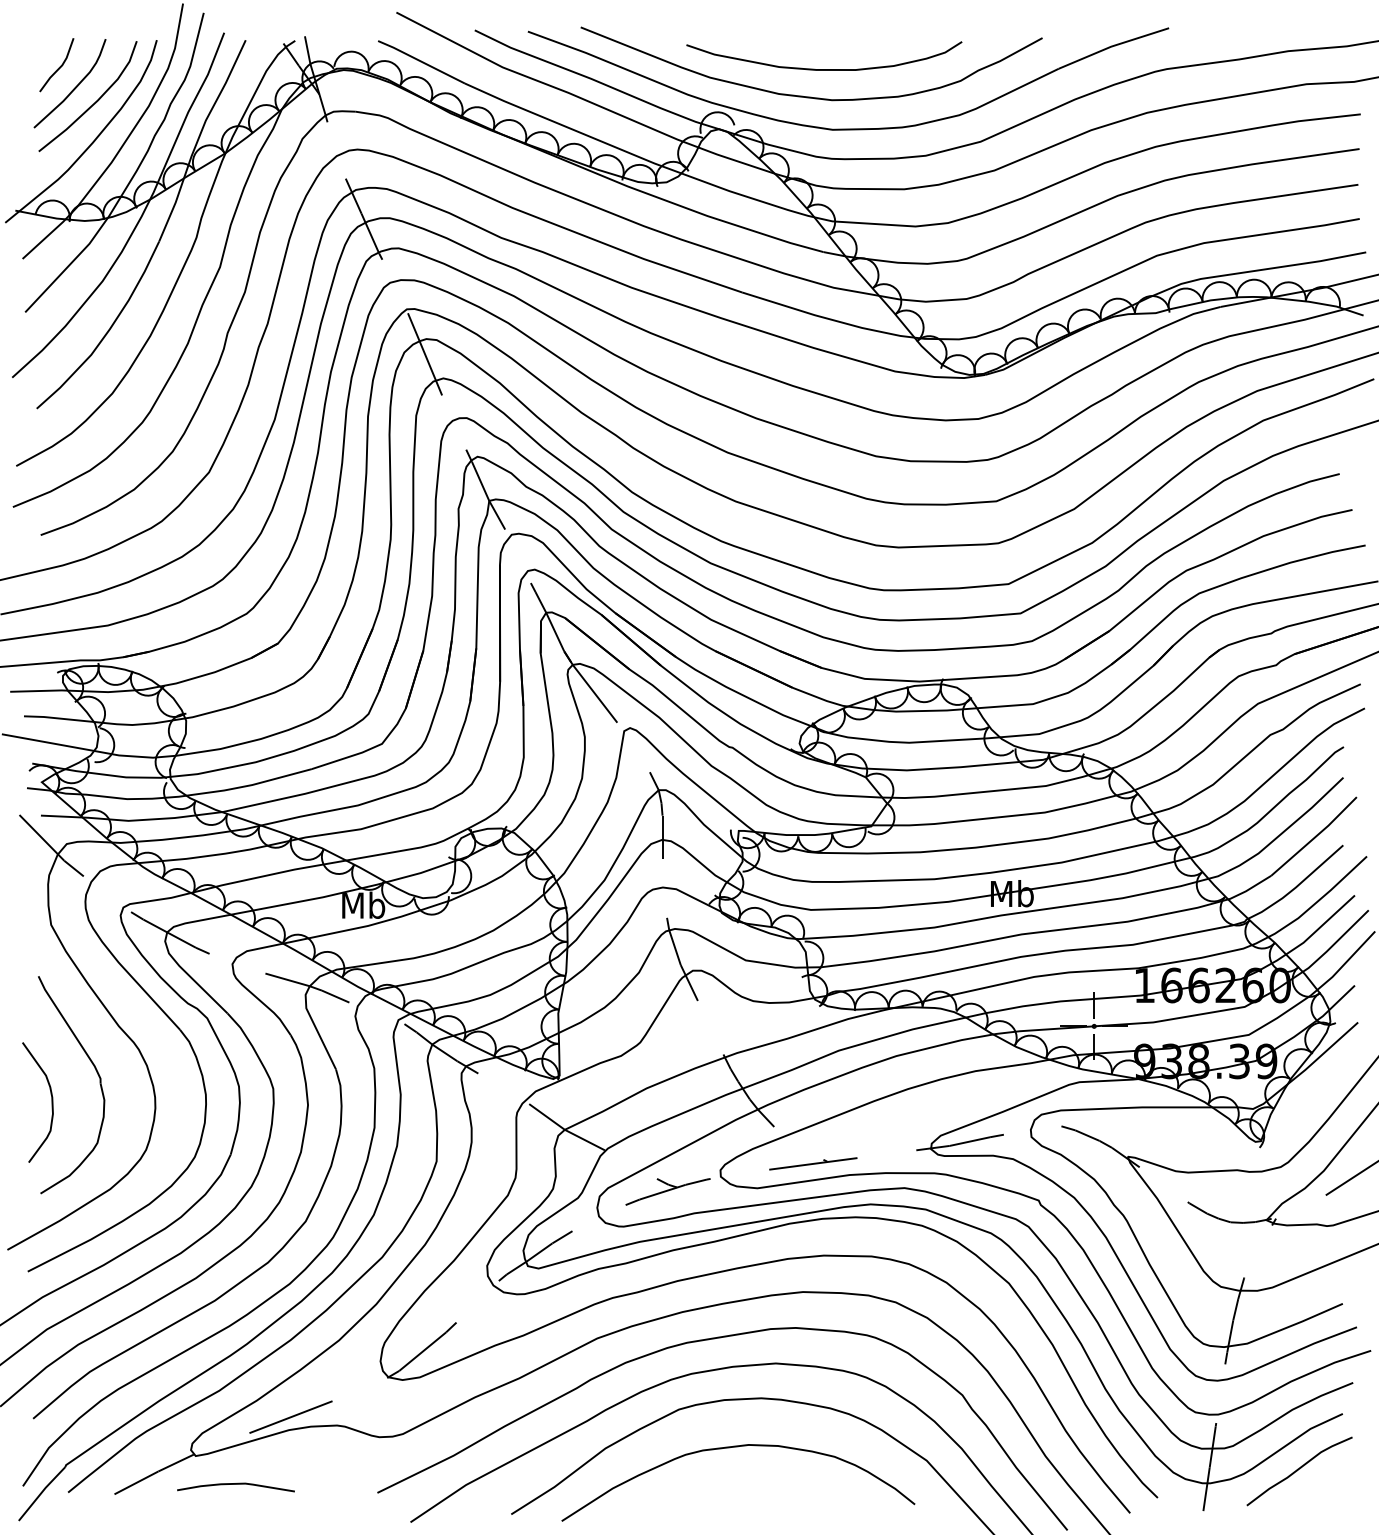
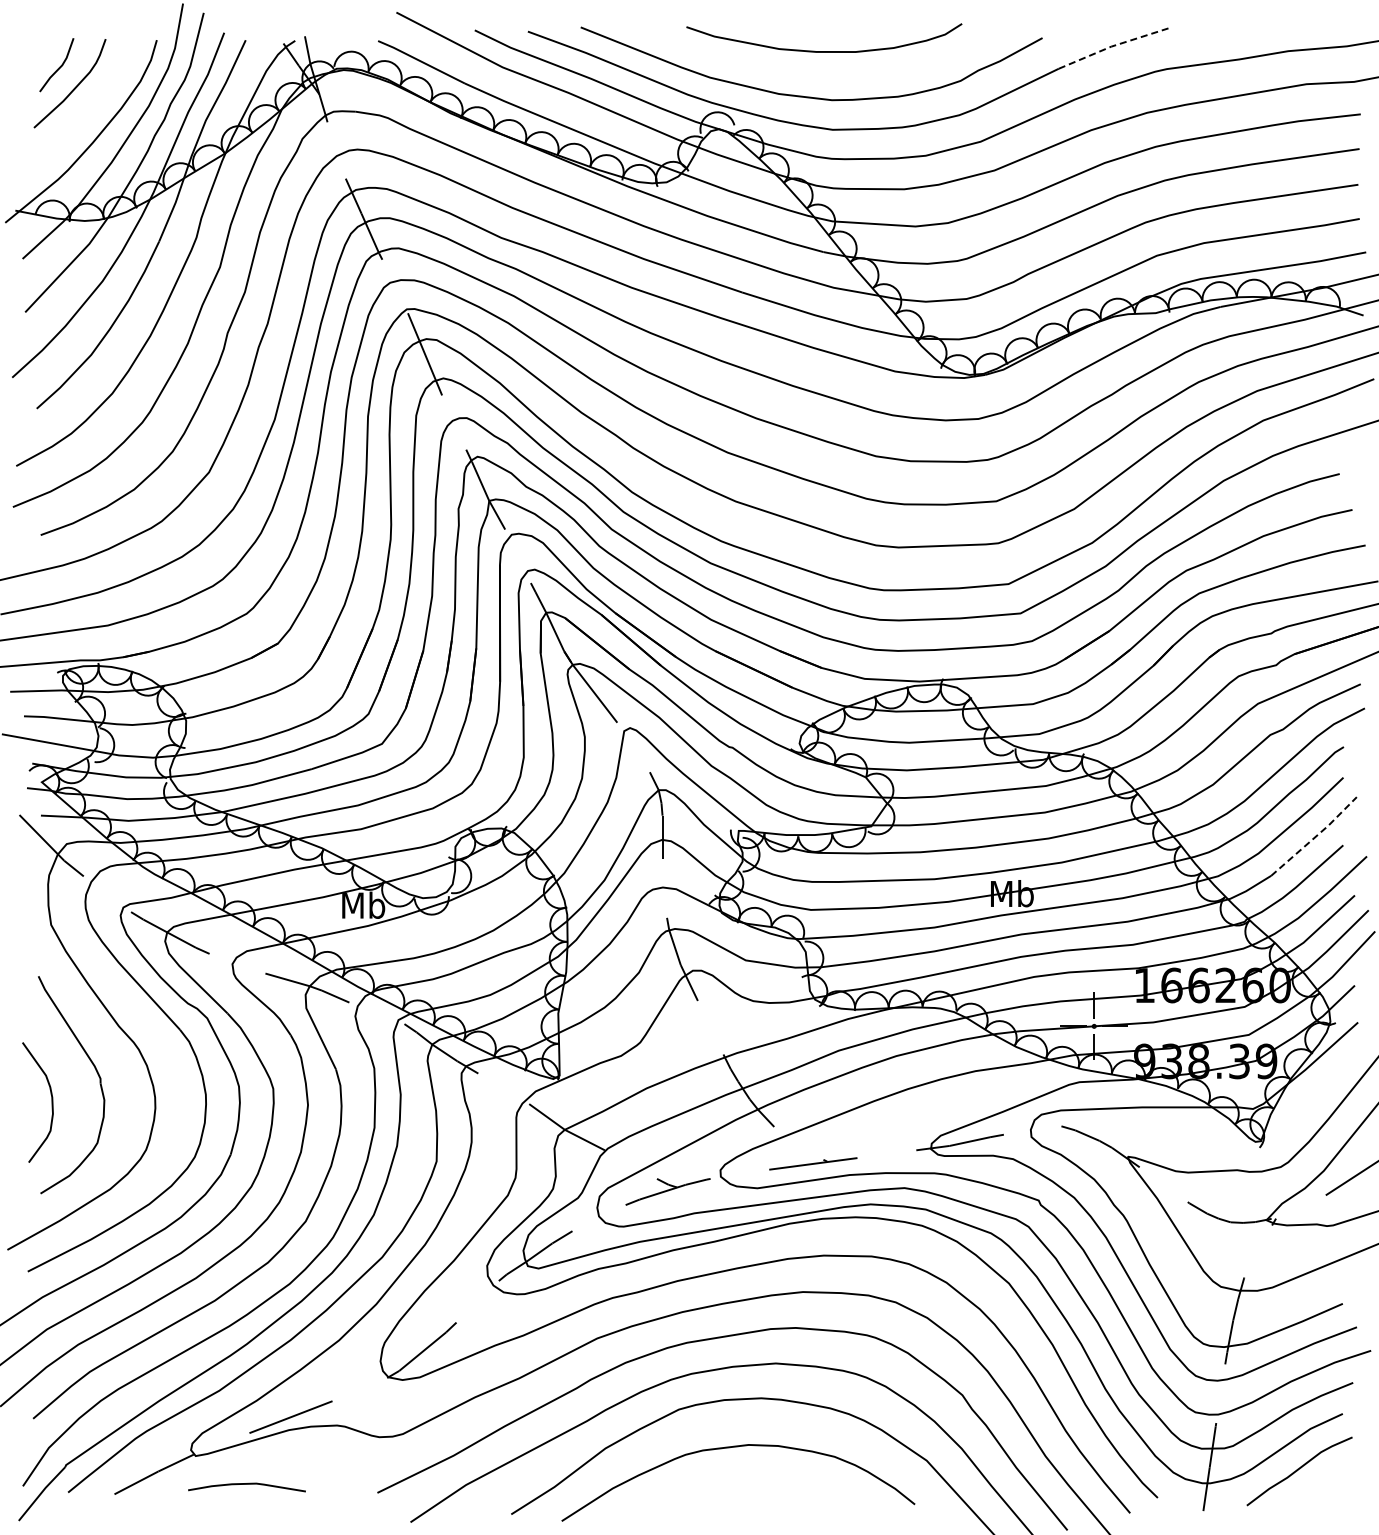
line at (1113, 46): solid -> dashed
curve at (824, 69) position: (824, 69) -> (824, 51)
curve at (94, 102): present -> none
line at (1315, 836): solid -> dashed
curve at (235, 1484) position: (235, 1484) -> (246, 1484)
